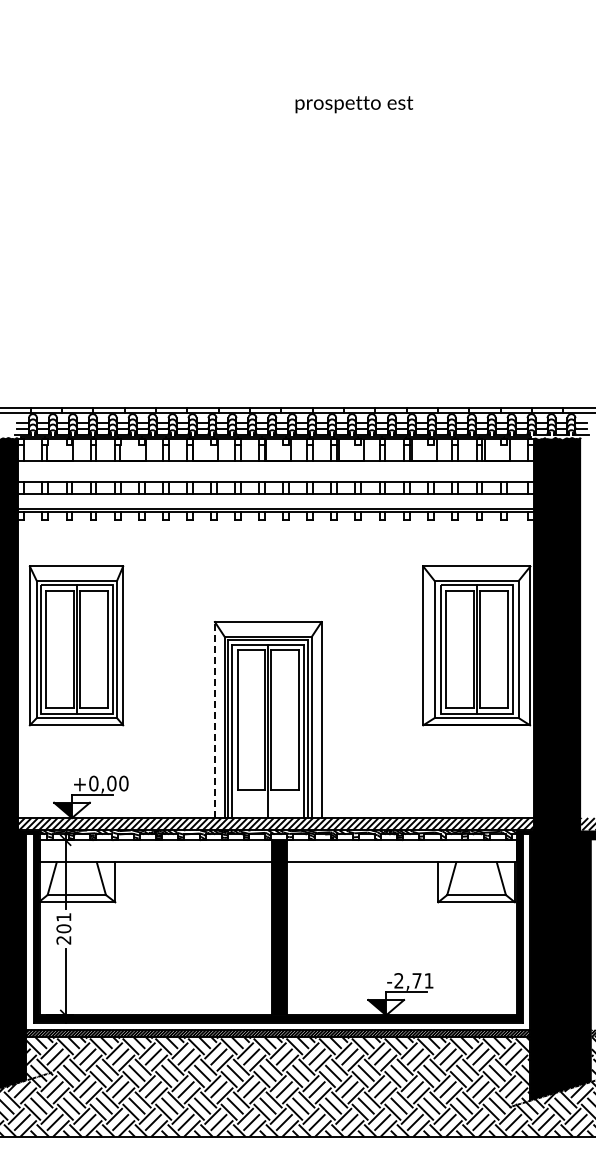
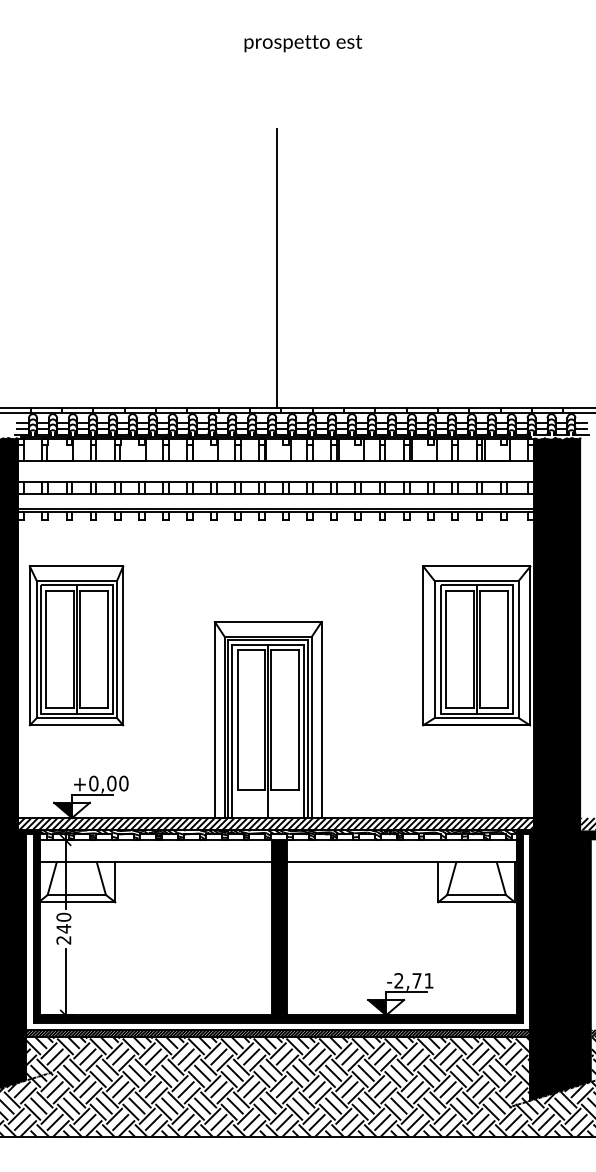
text at (354, 104) position: (354, 104) -> (303, 43)
line at (277, 268): none -> present
line at (214, 719): dashed -> solid
text at (63, 922): 201 -> 240
